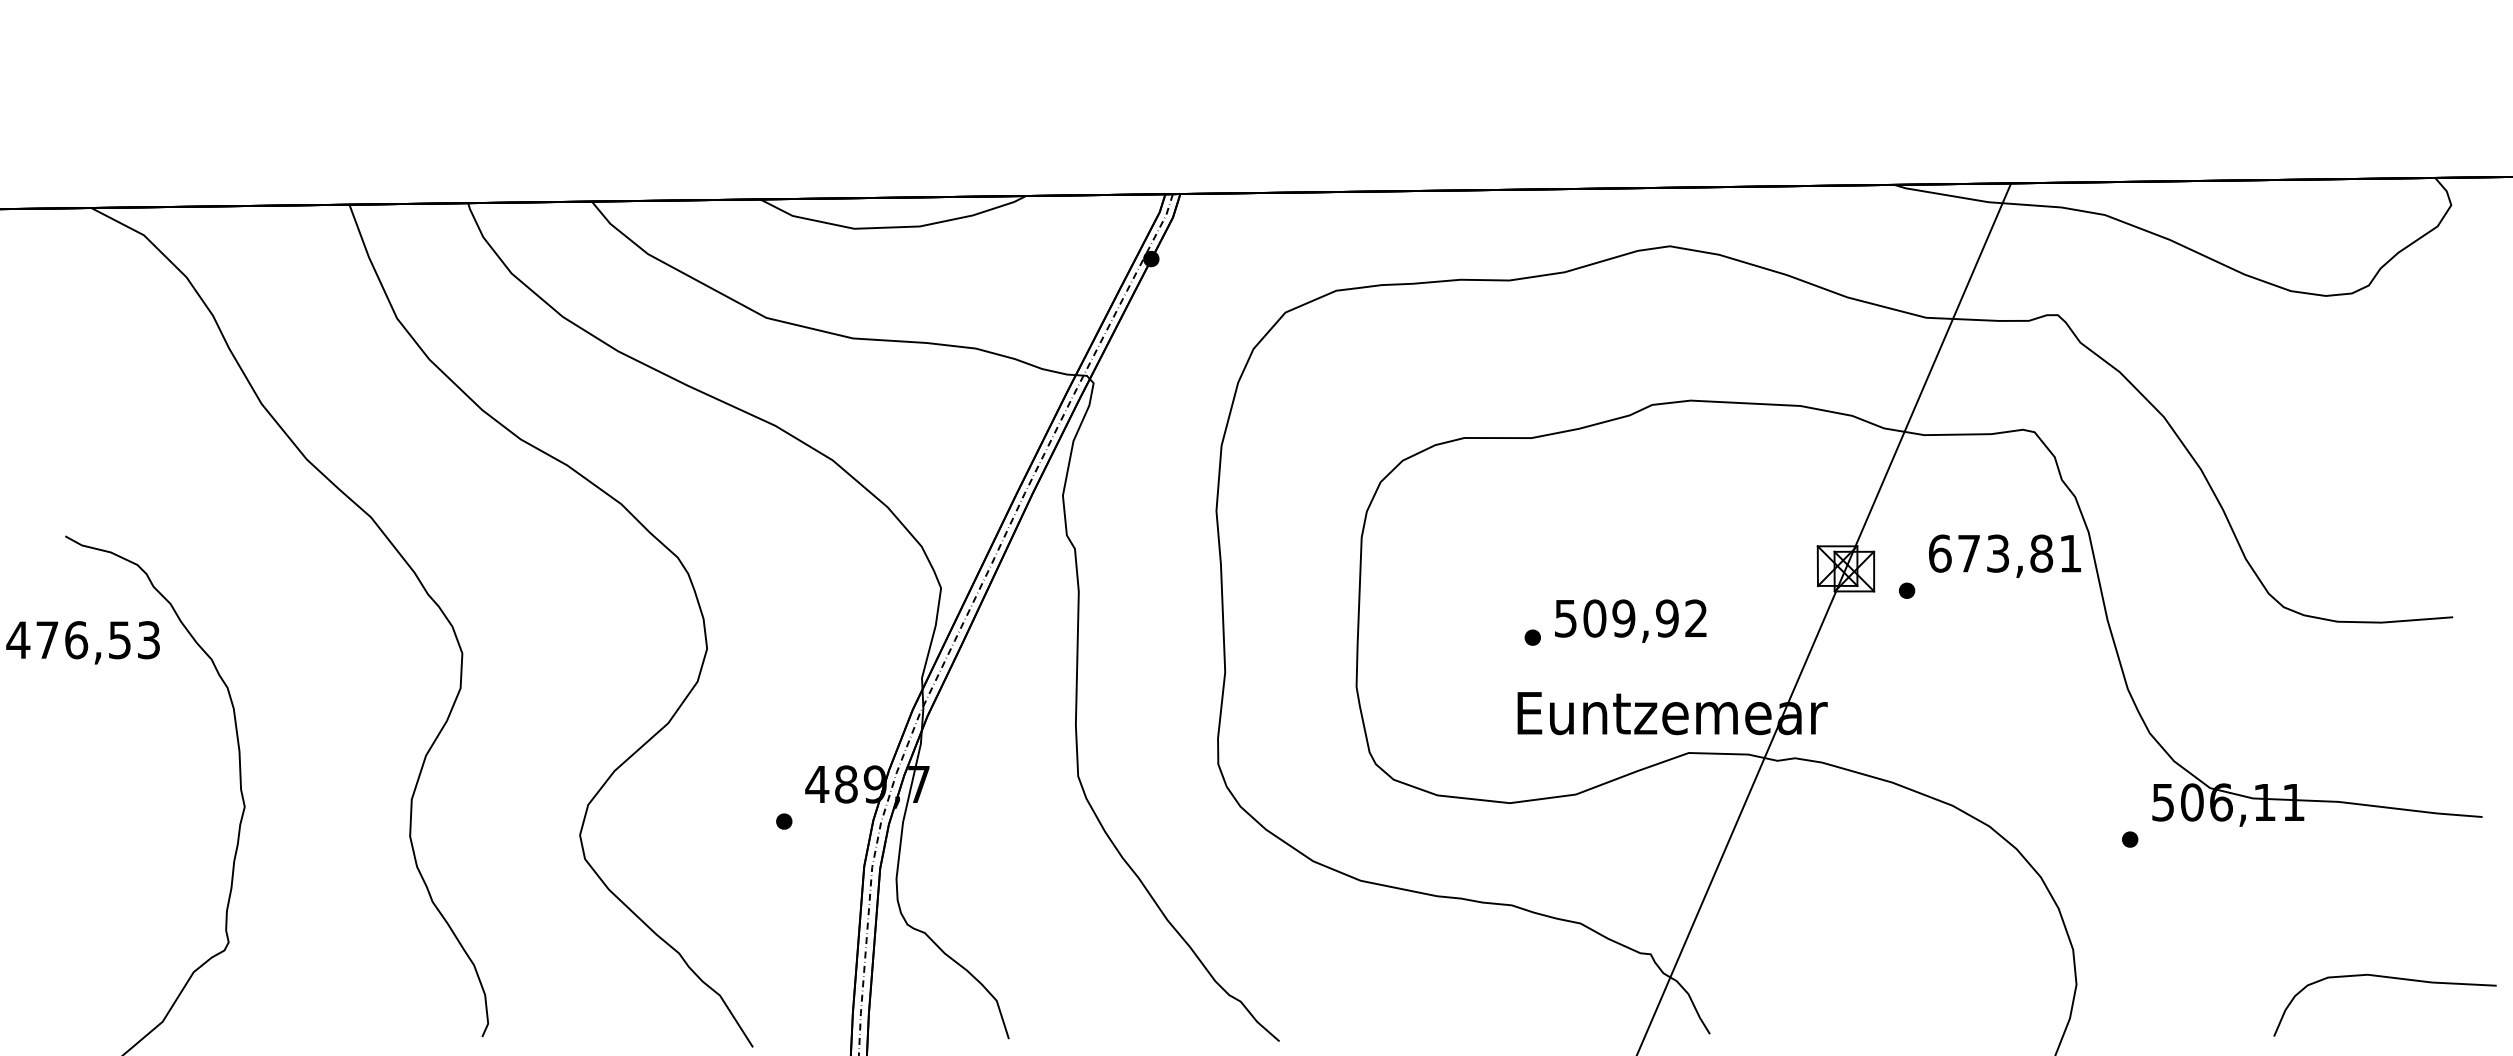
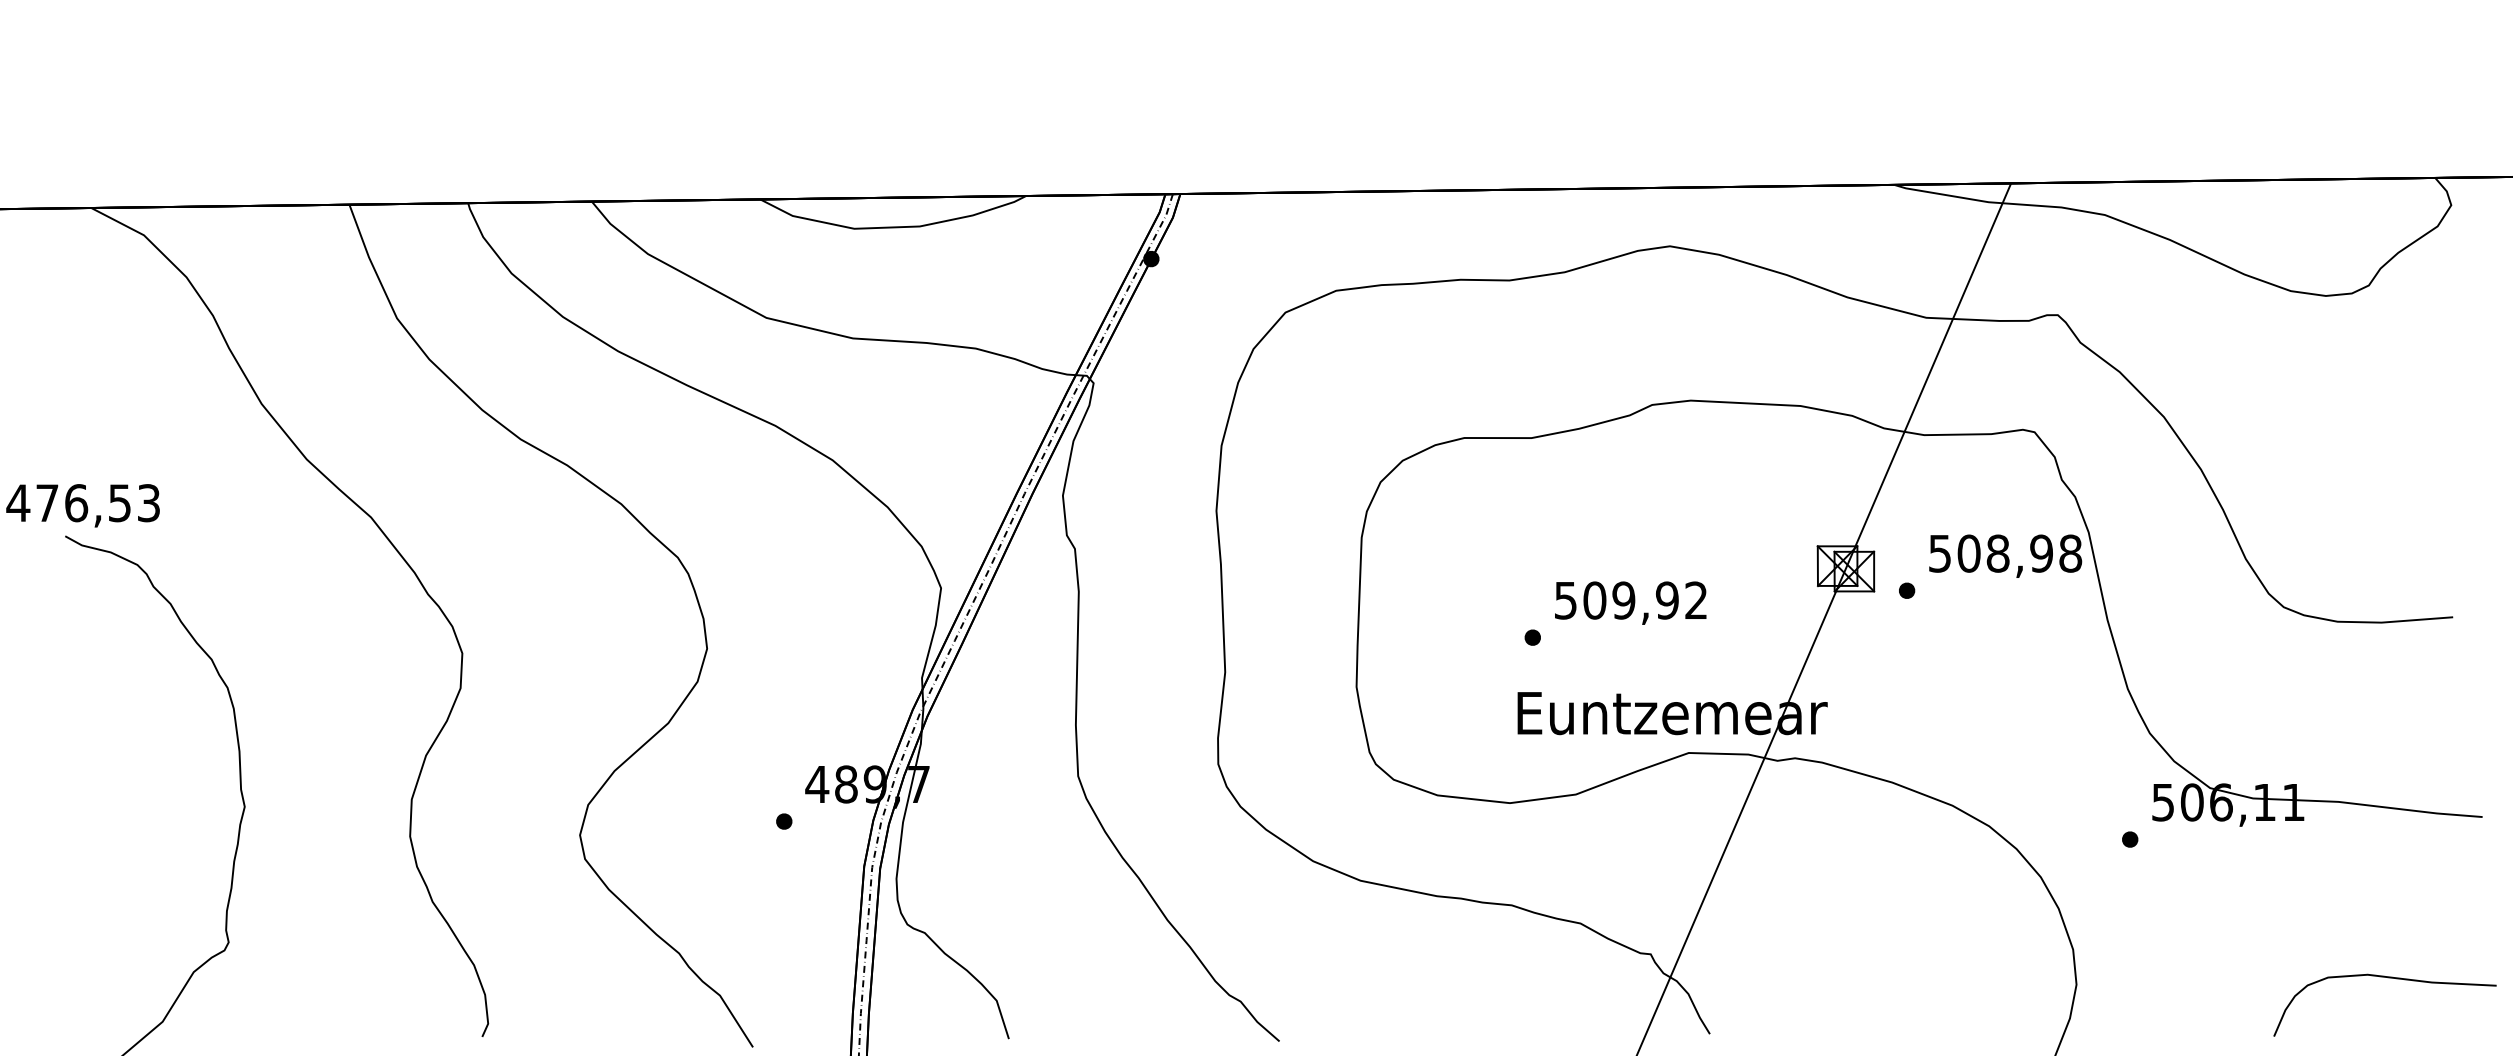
text at (2005, 553): 673,81 -> 508,98
text at (1630, 620) position: (1630, 620) -> (1630, 602)
text at (82, 642) position: (82, 642) -> (82, 505)
